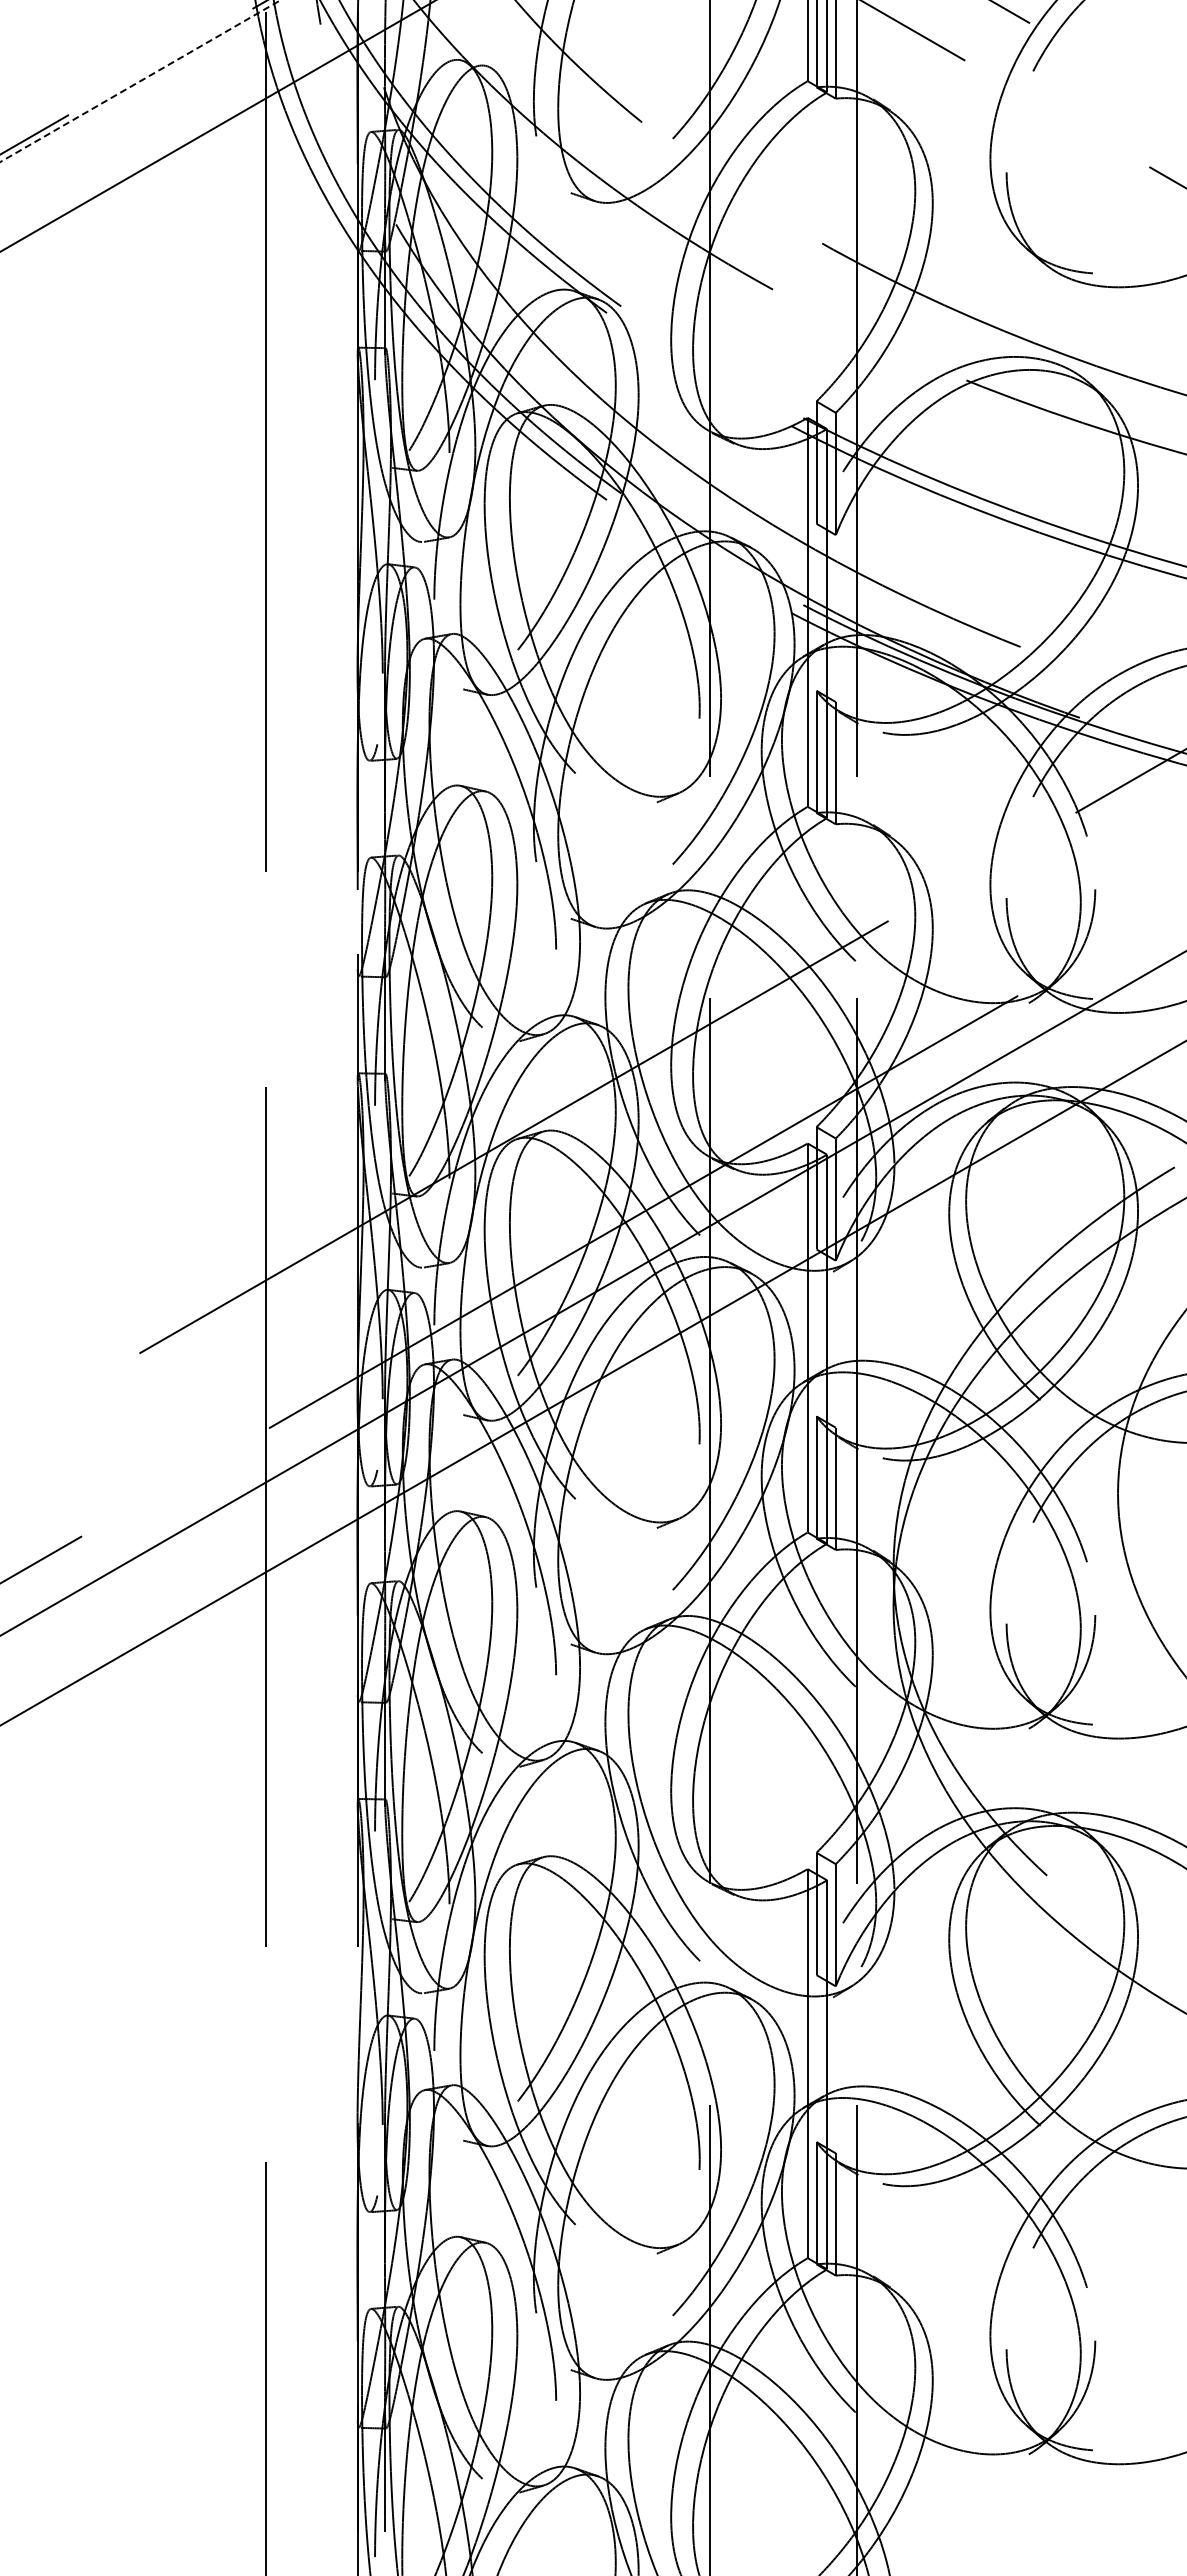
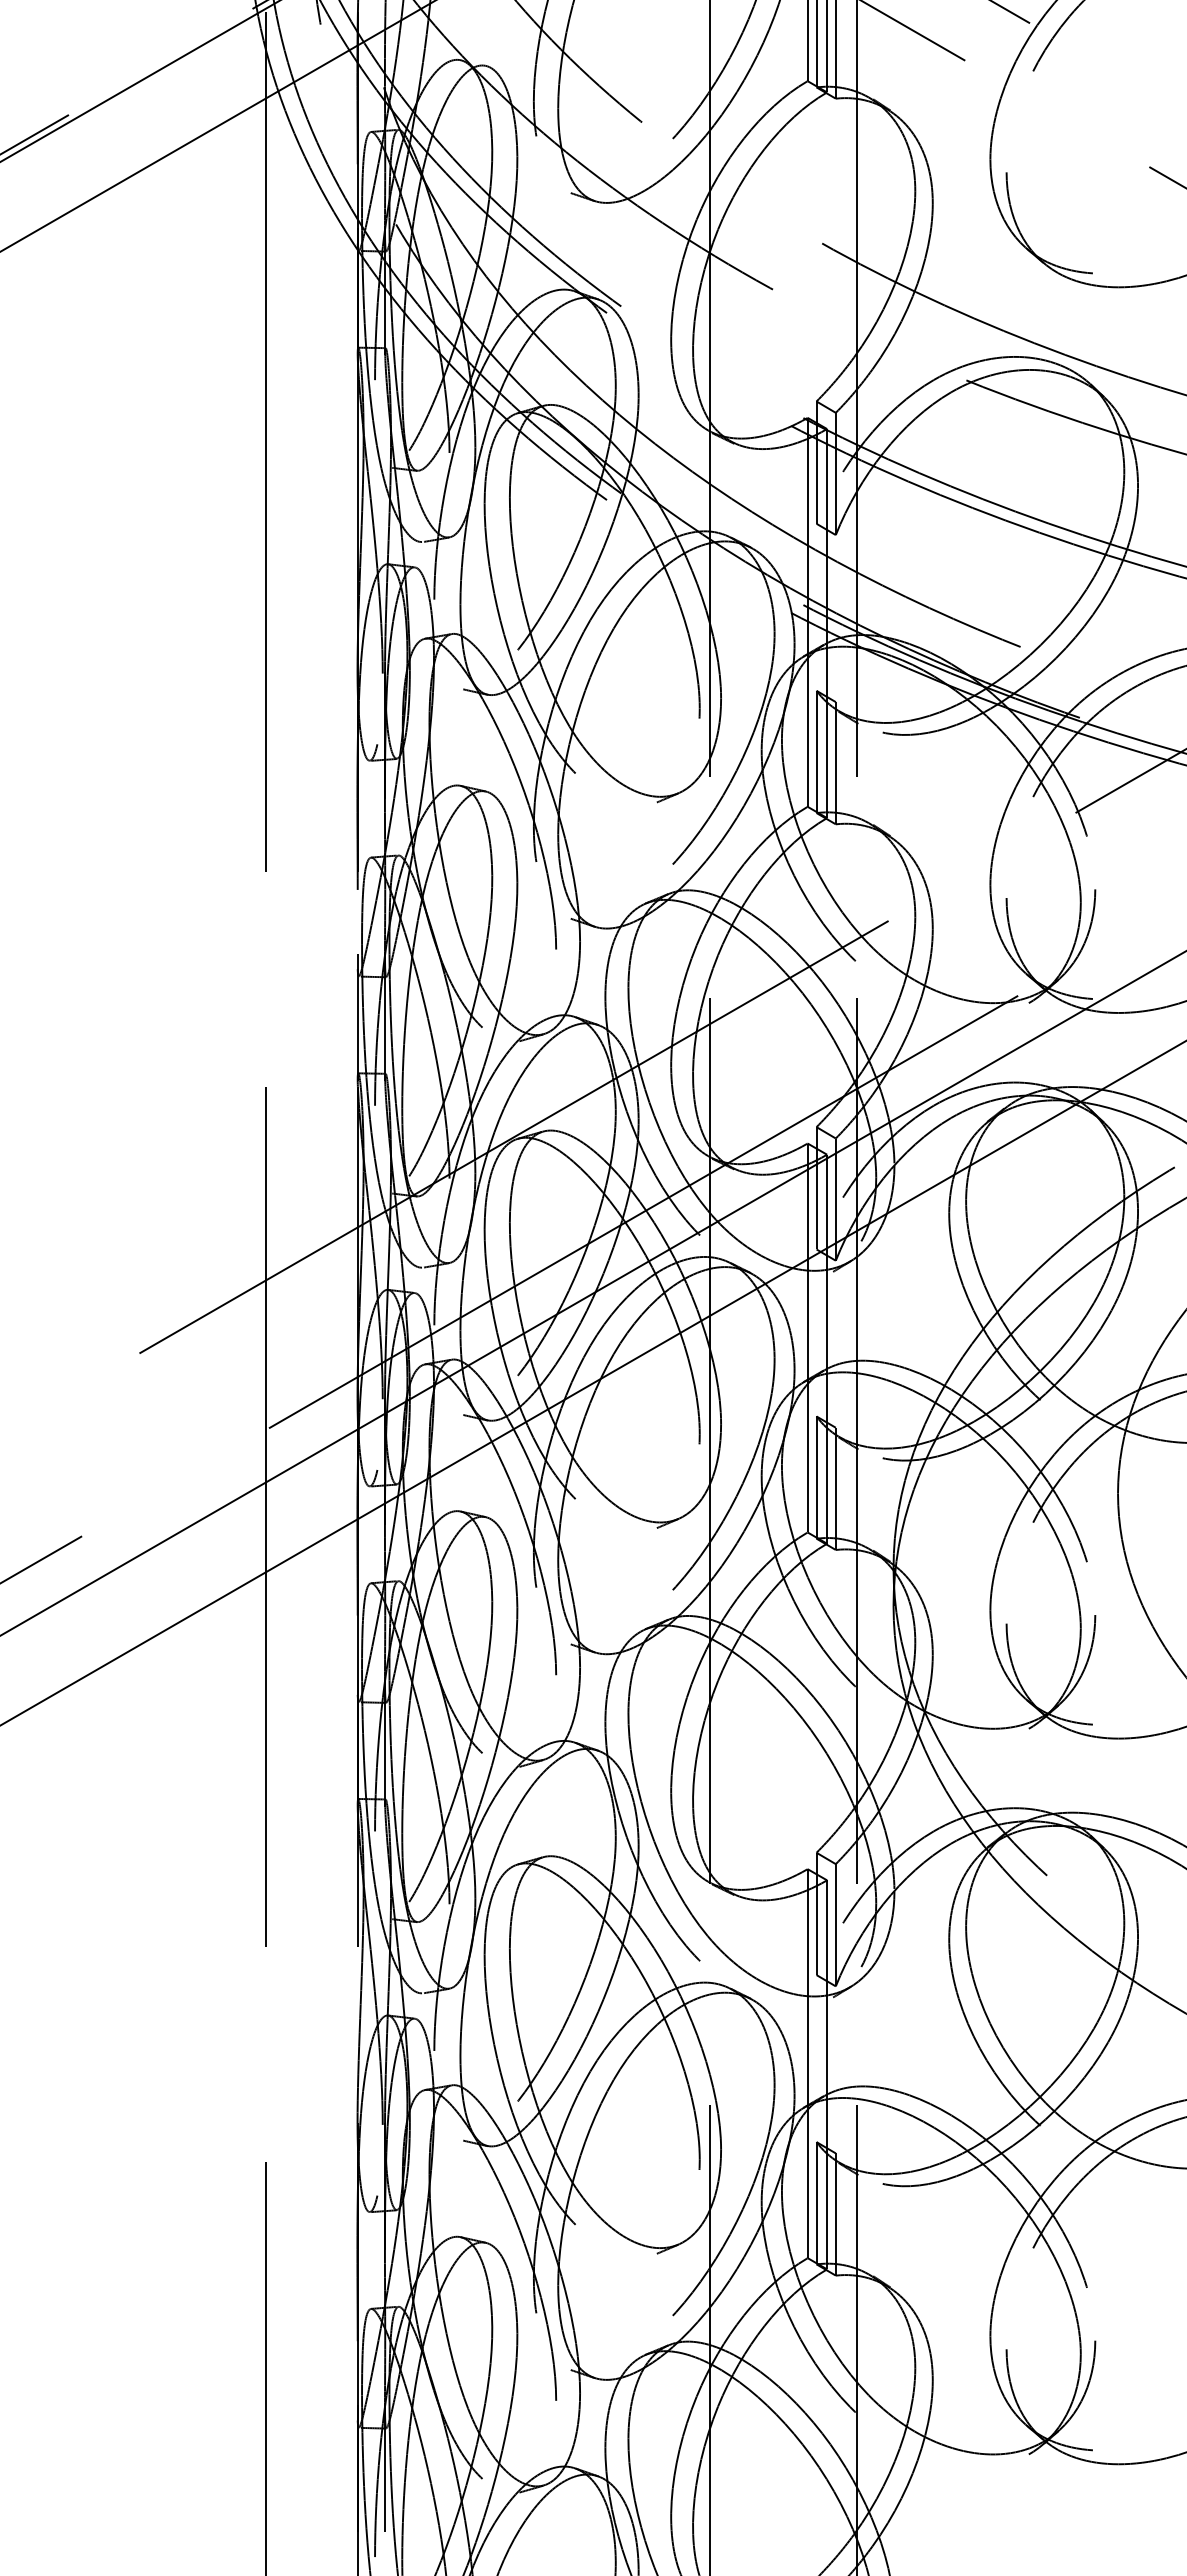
line at (140, 81): dashed -> solid
